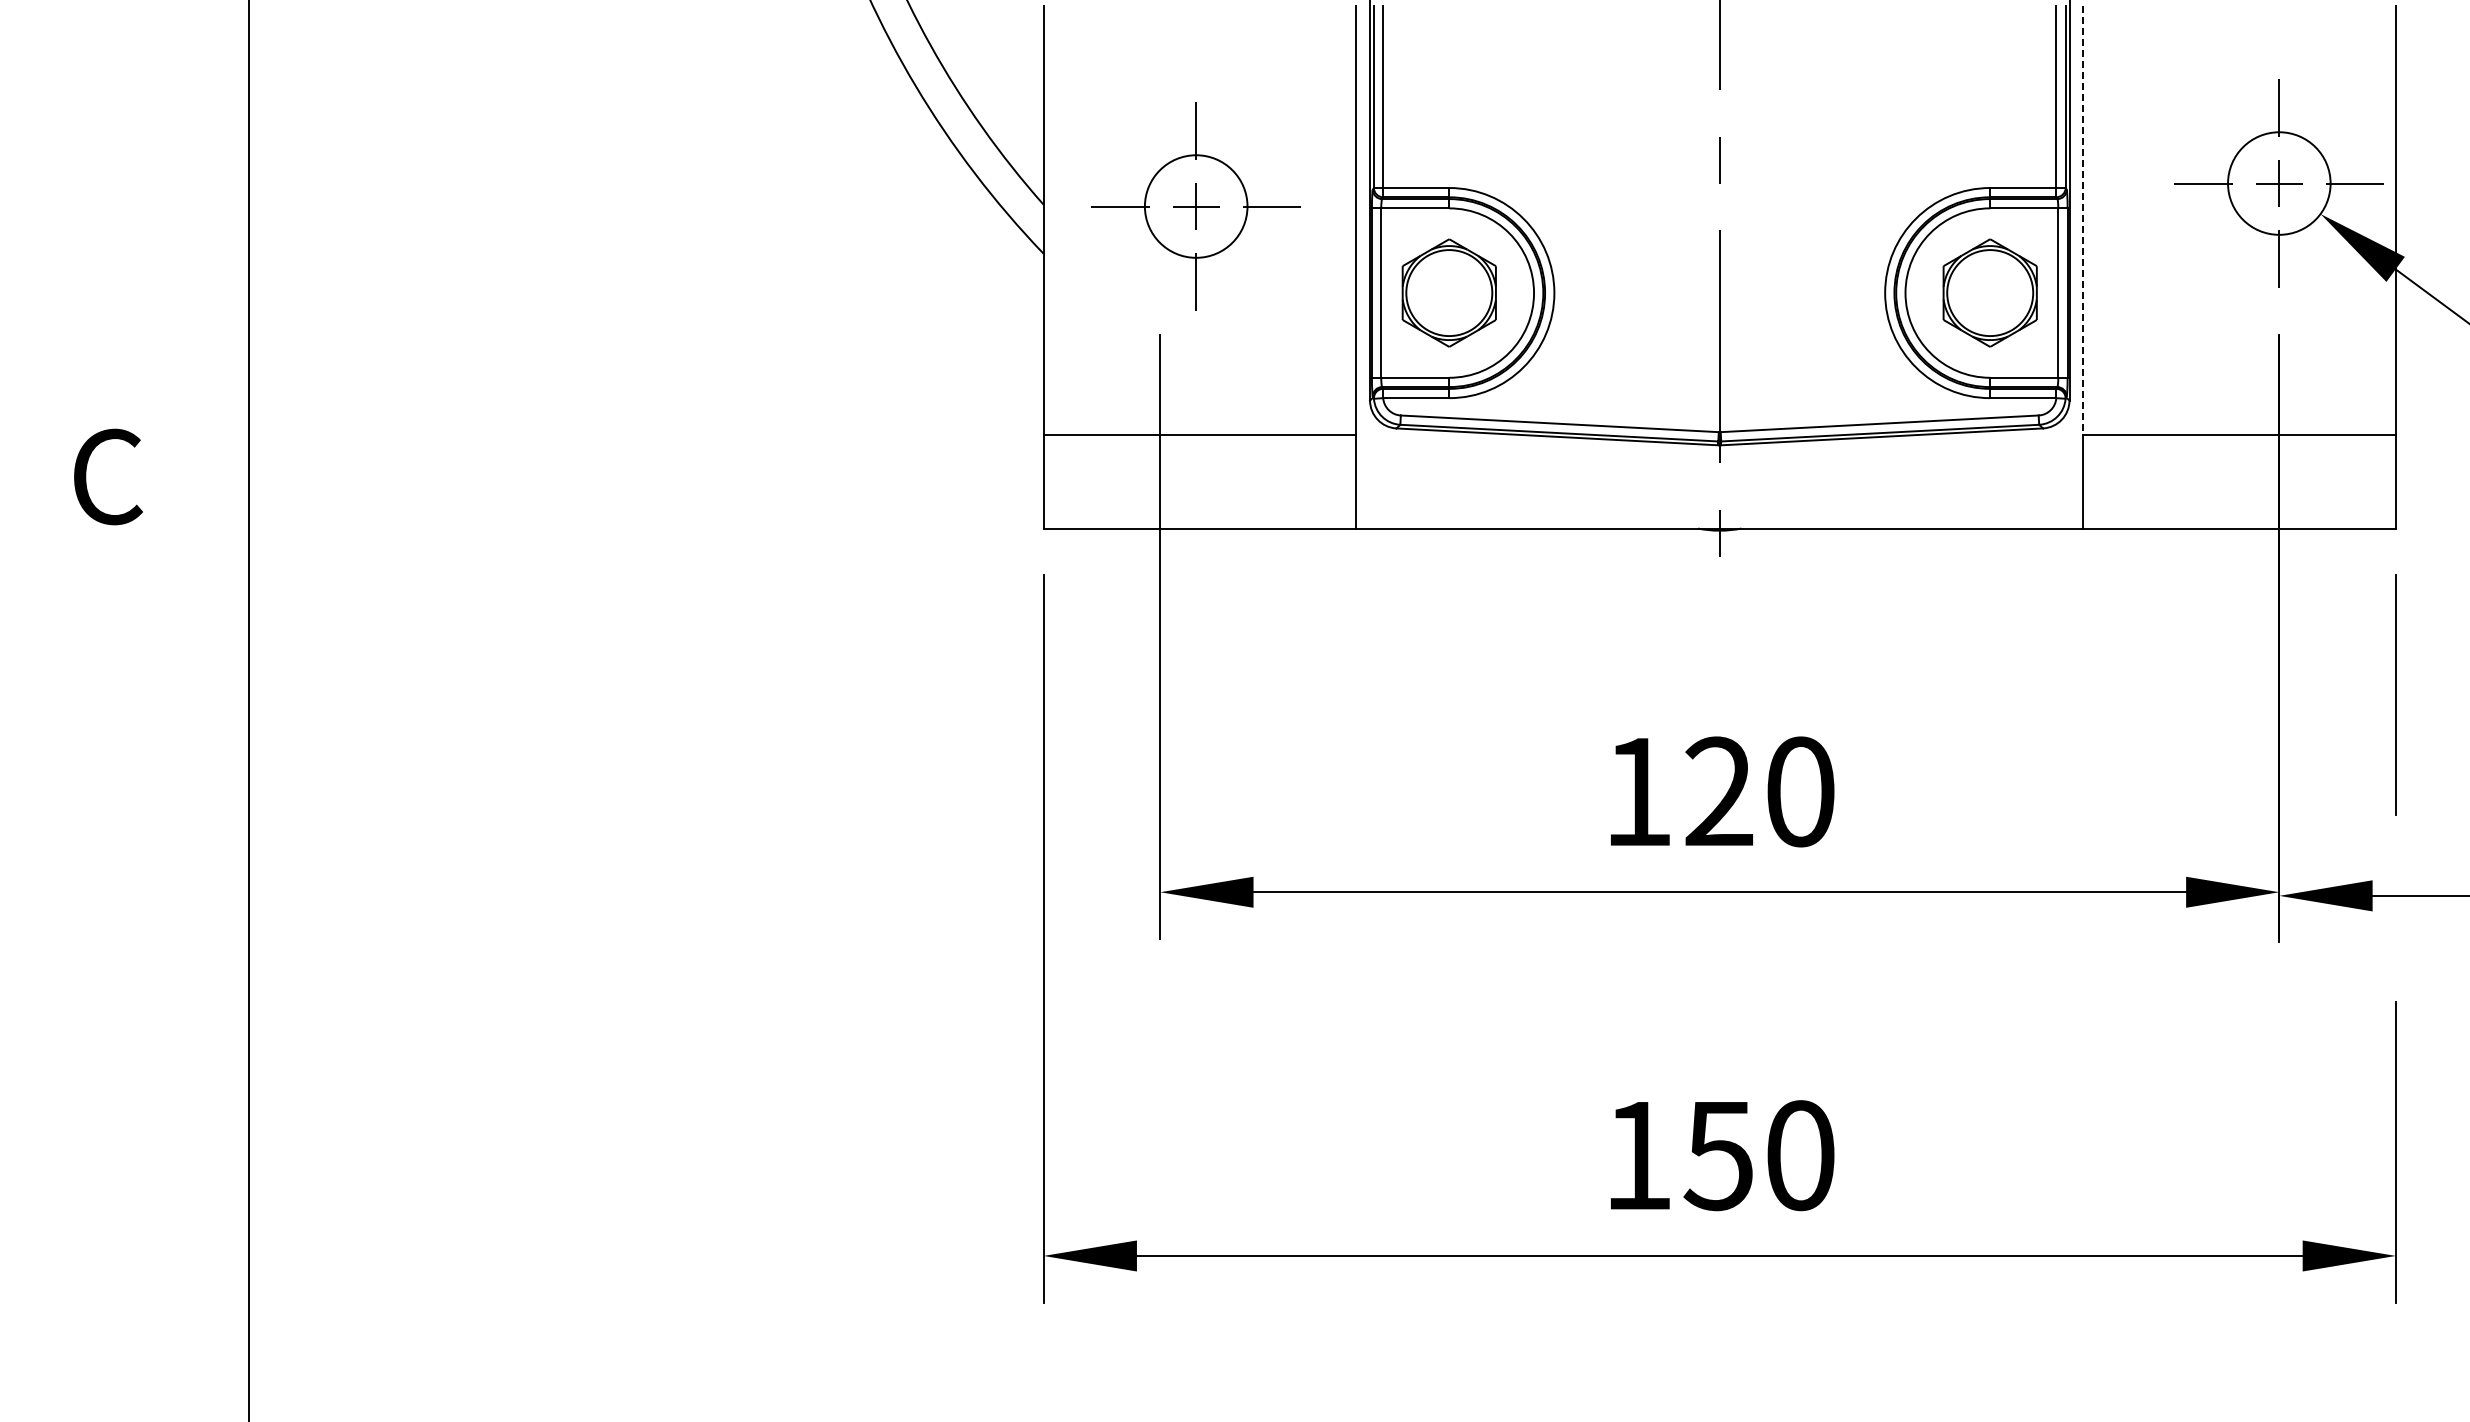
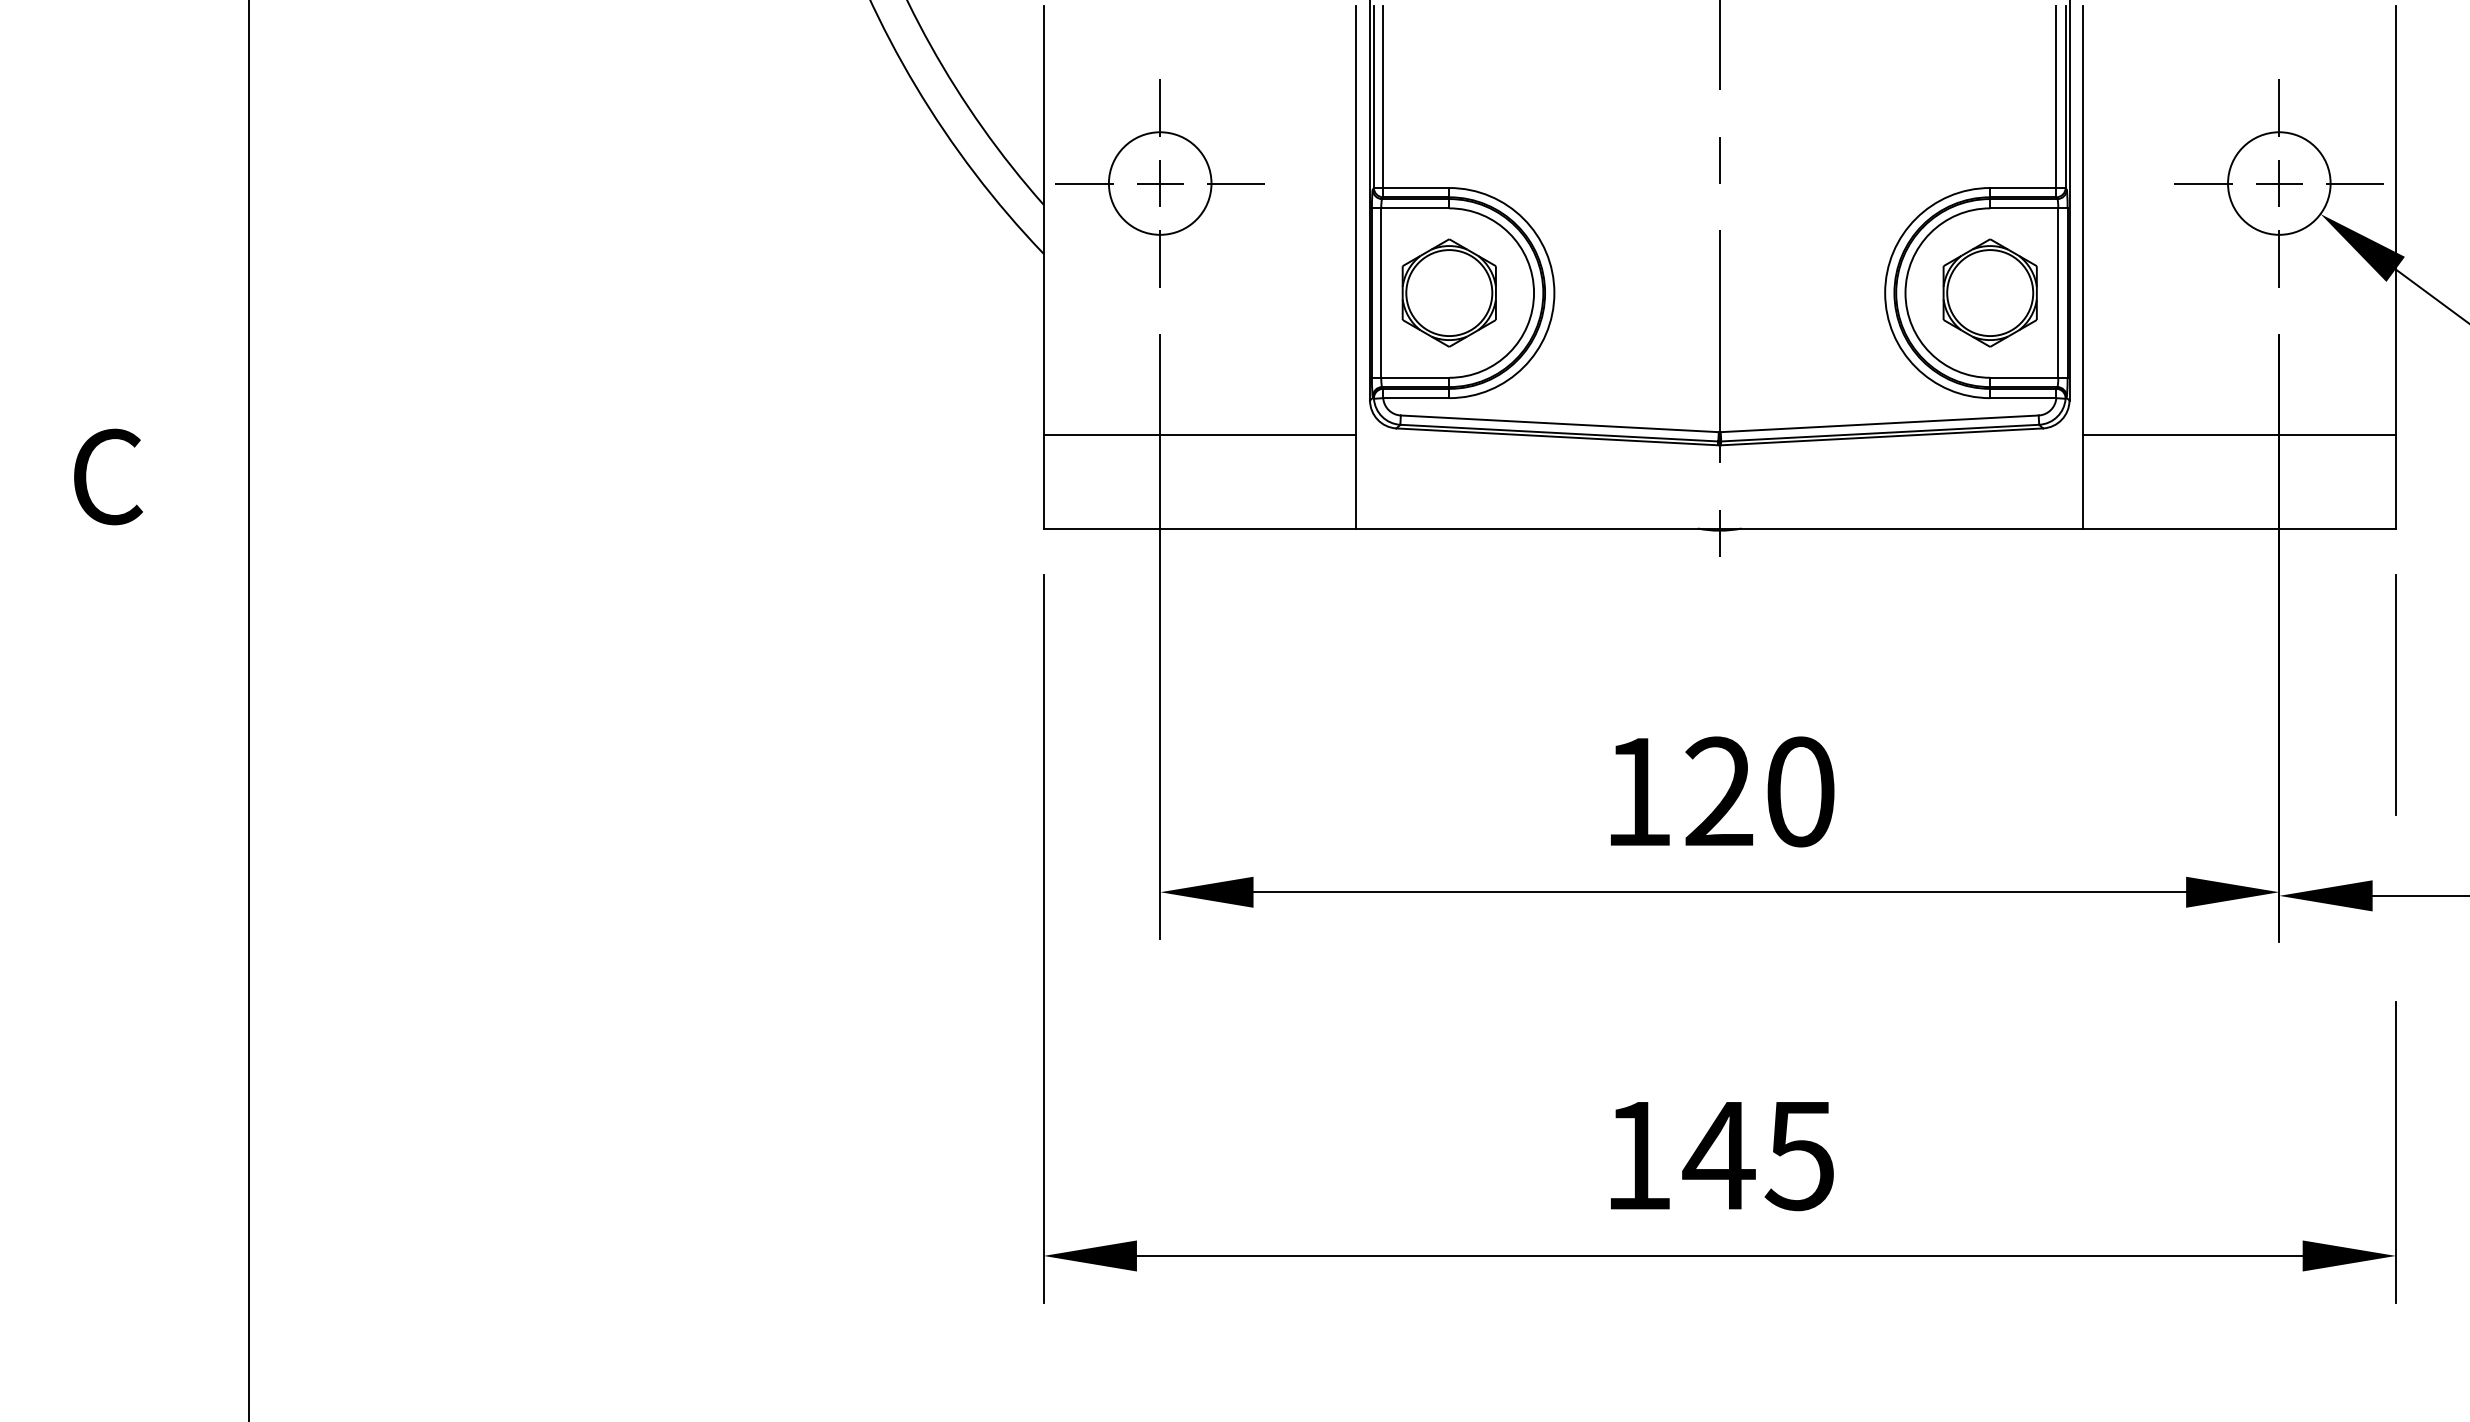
part at (1195, 206) position: (1195, 206) -> (1159, 183)
line at (2083, 221): dashed -> solid
text at (1758, 1155): 150 -> 145
